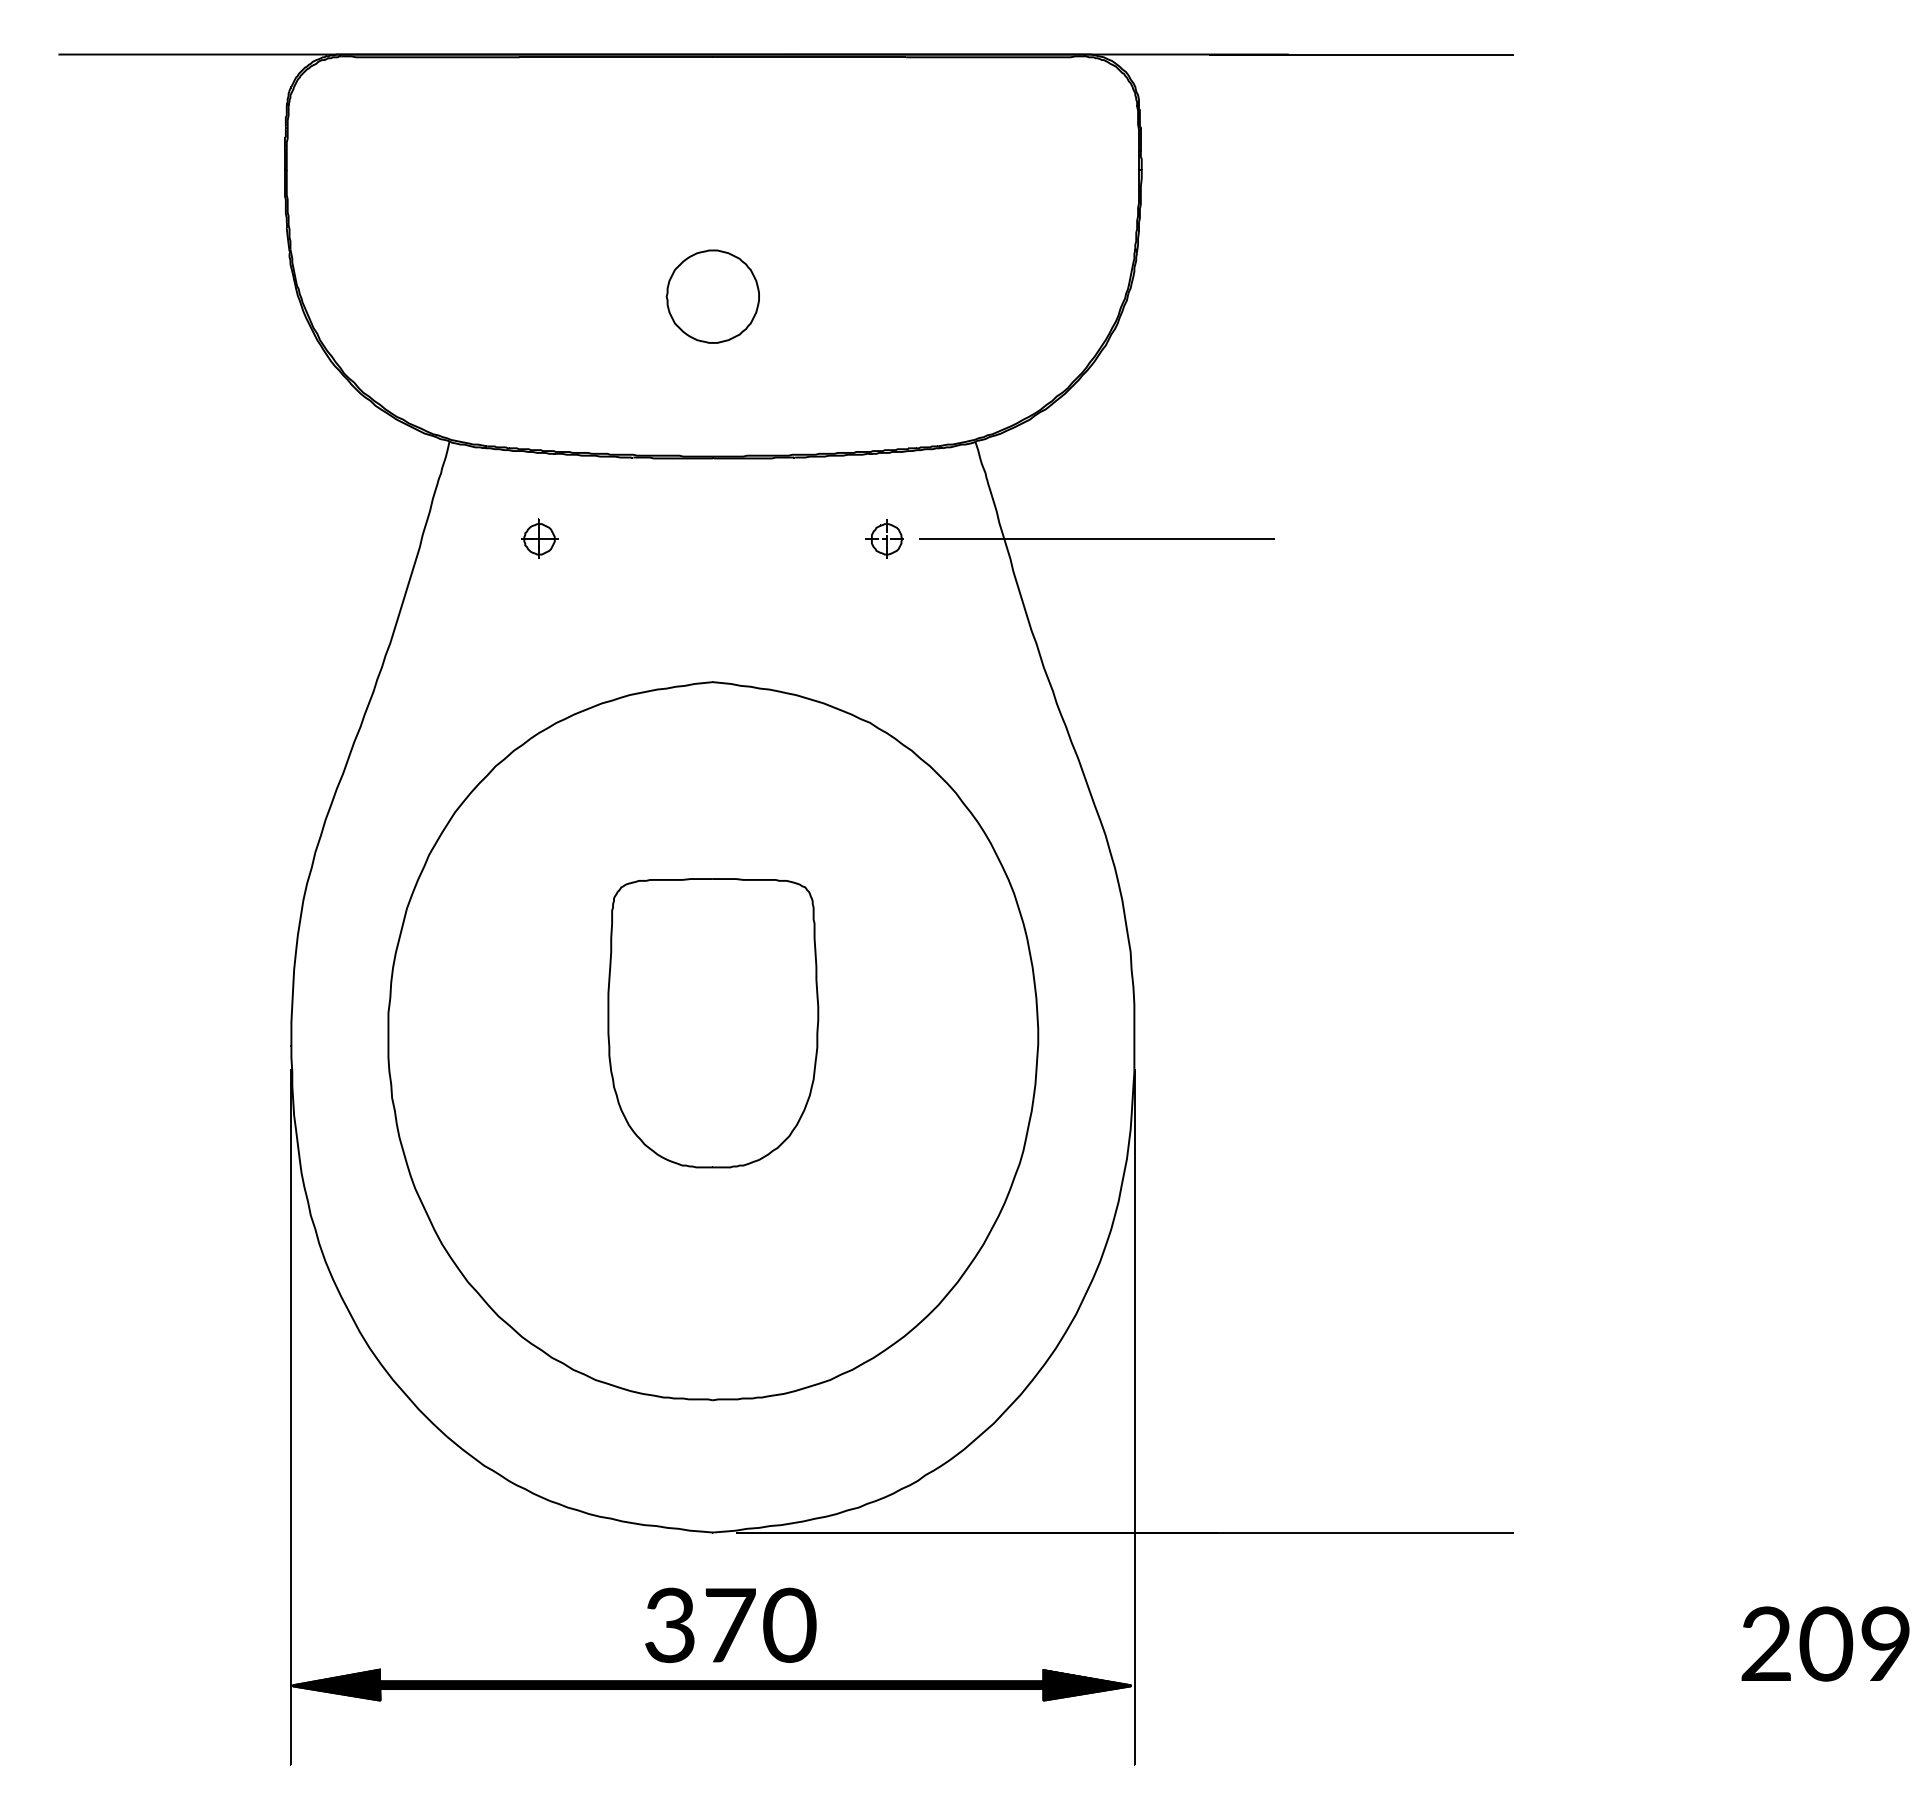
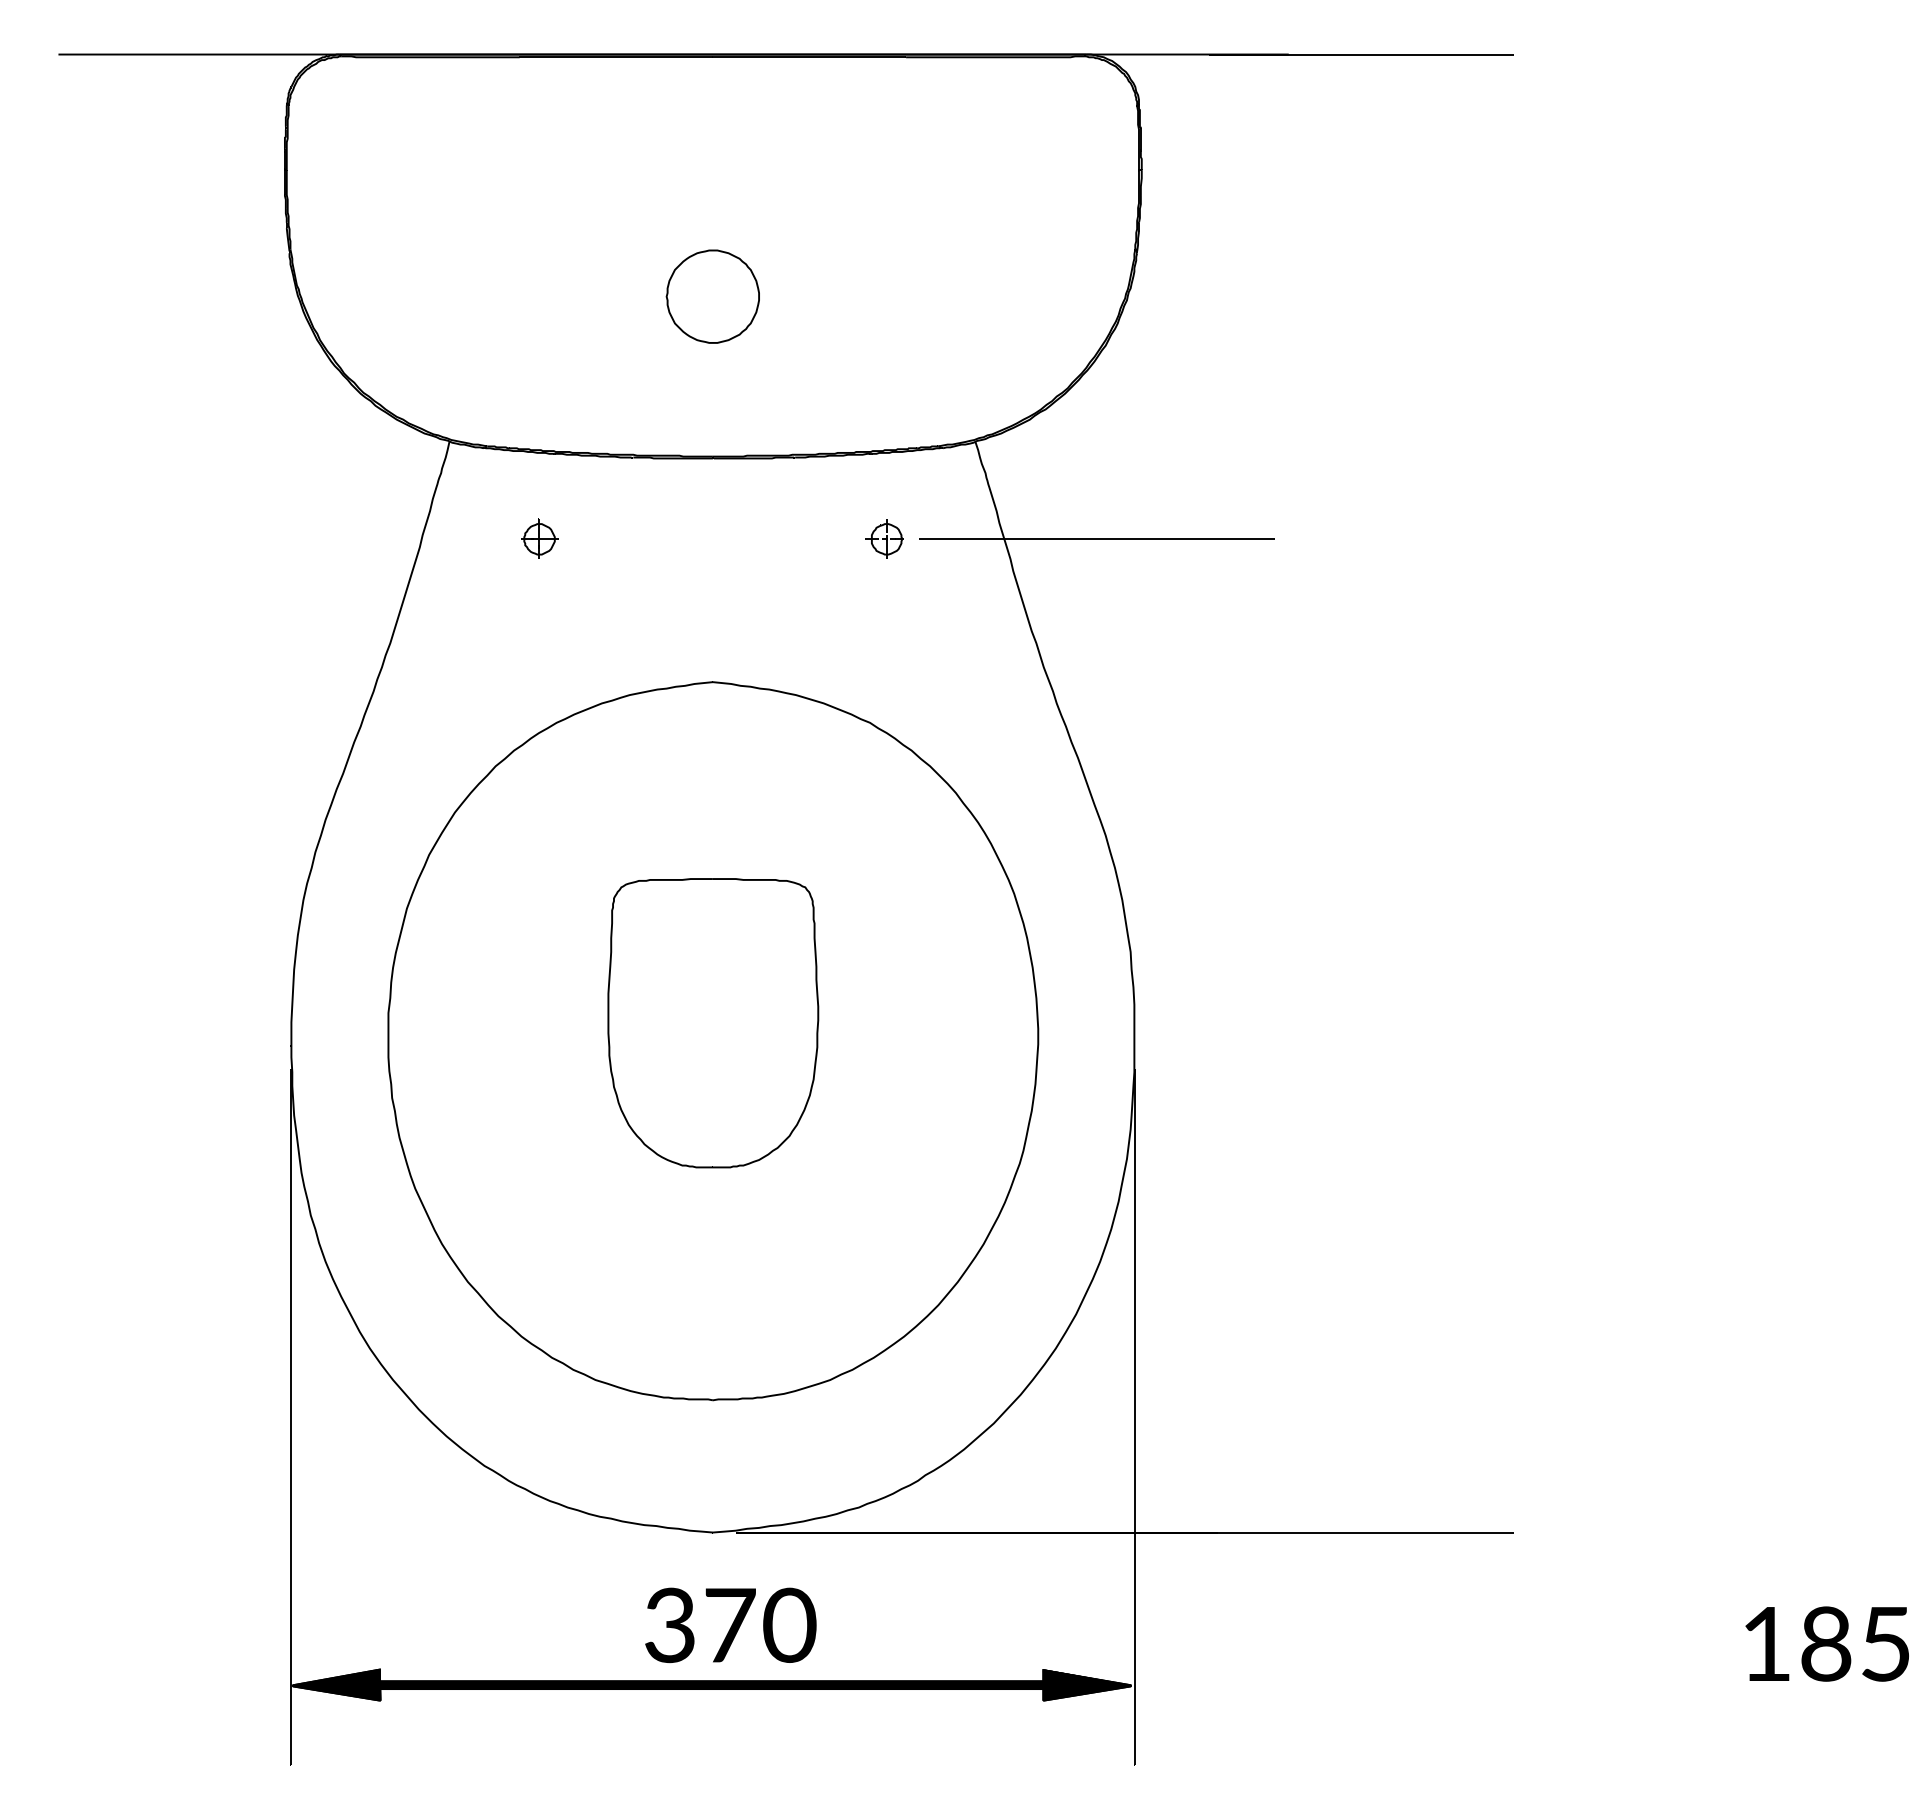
text at (1825, 1643): 209 -> 185
